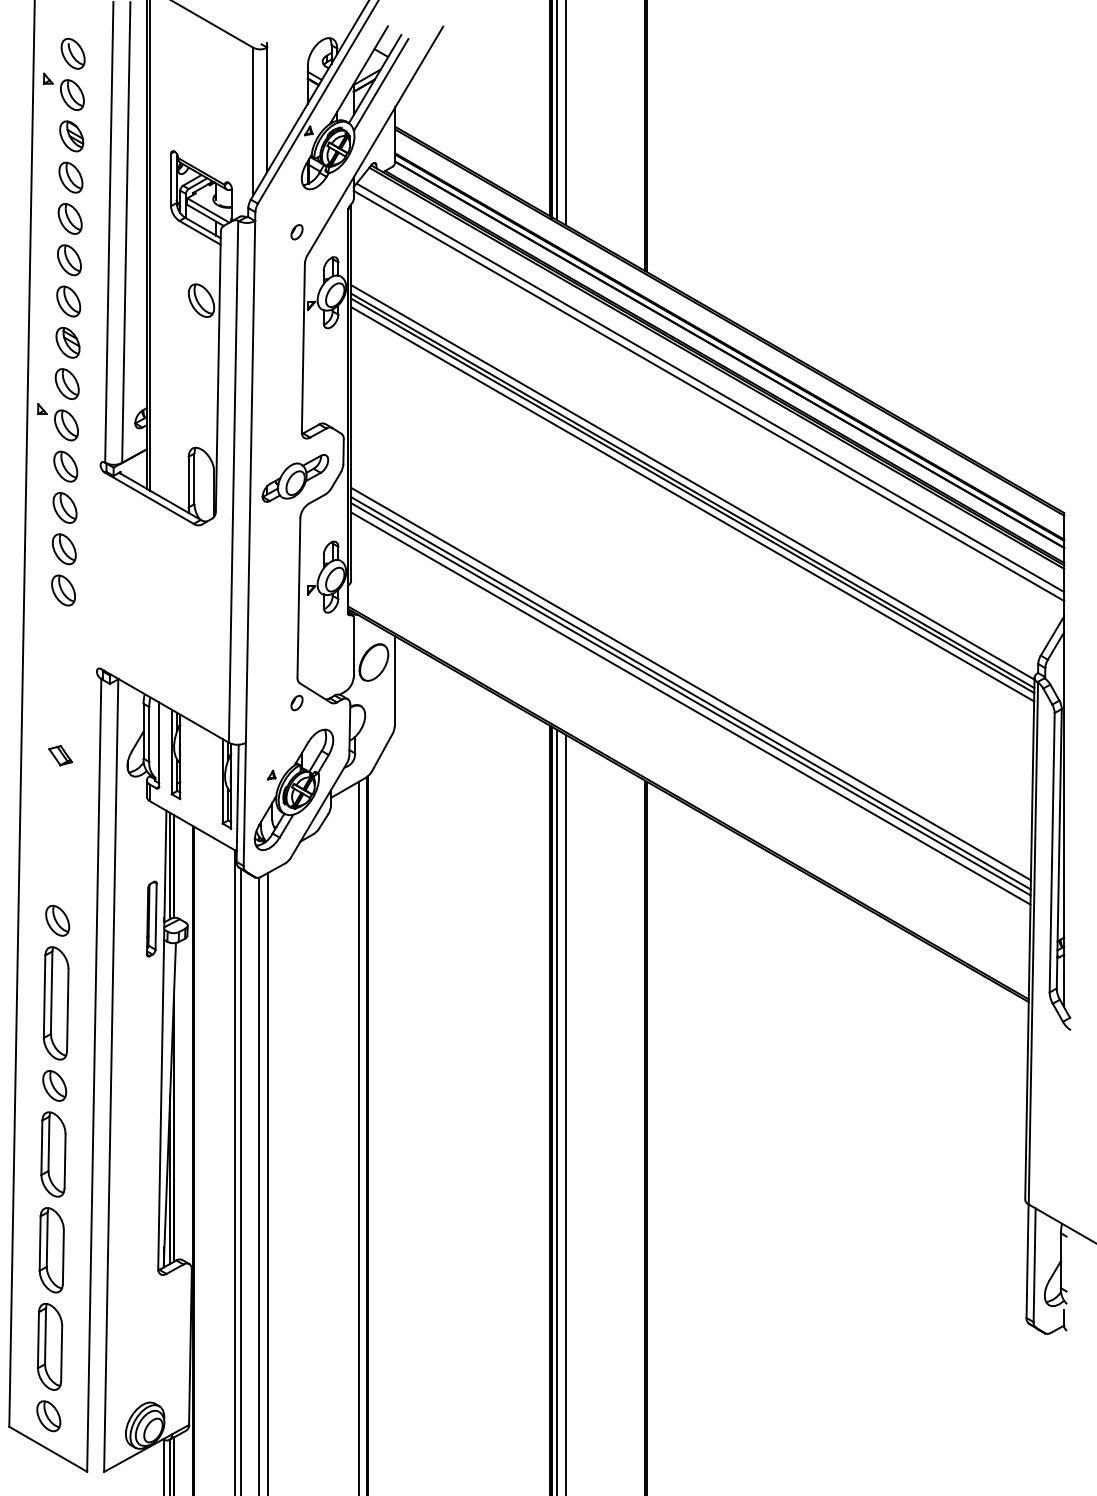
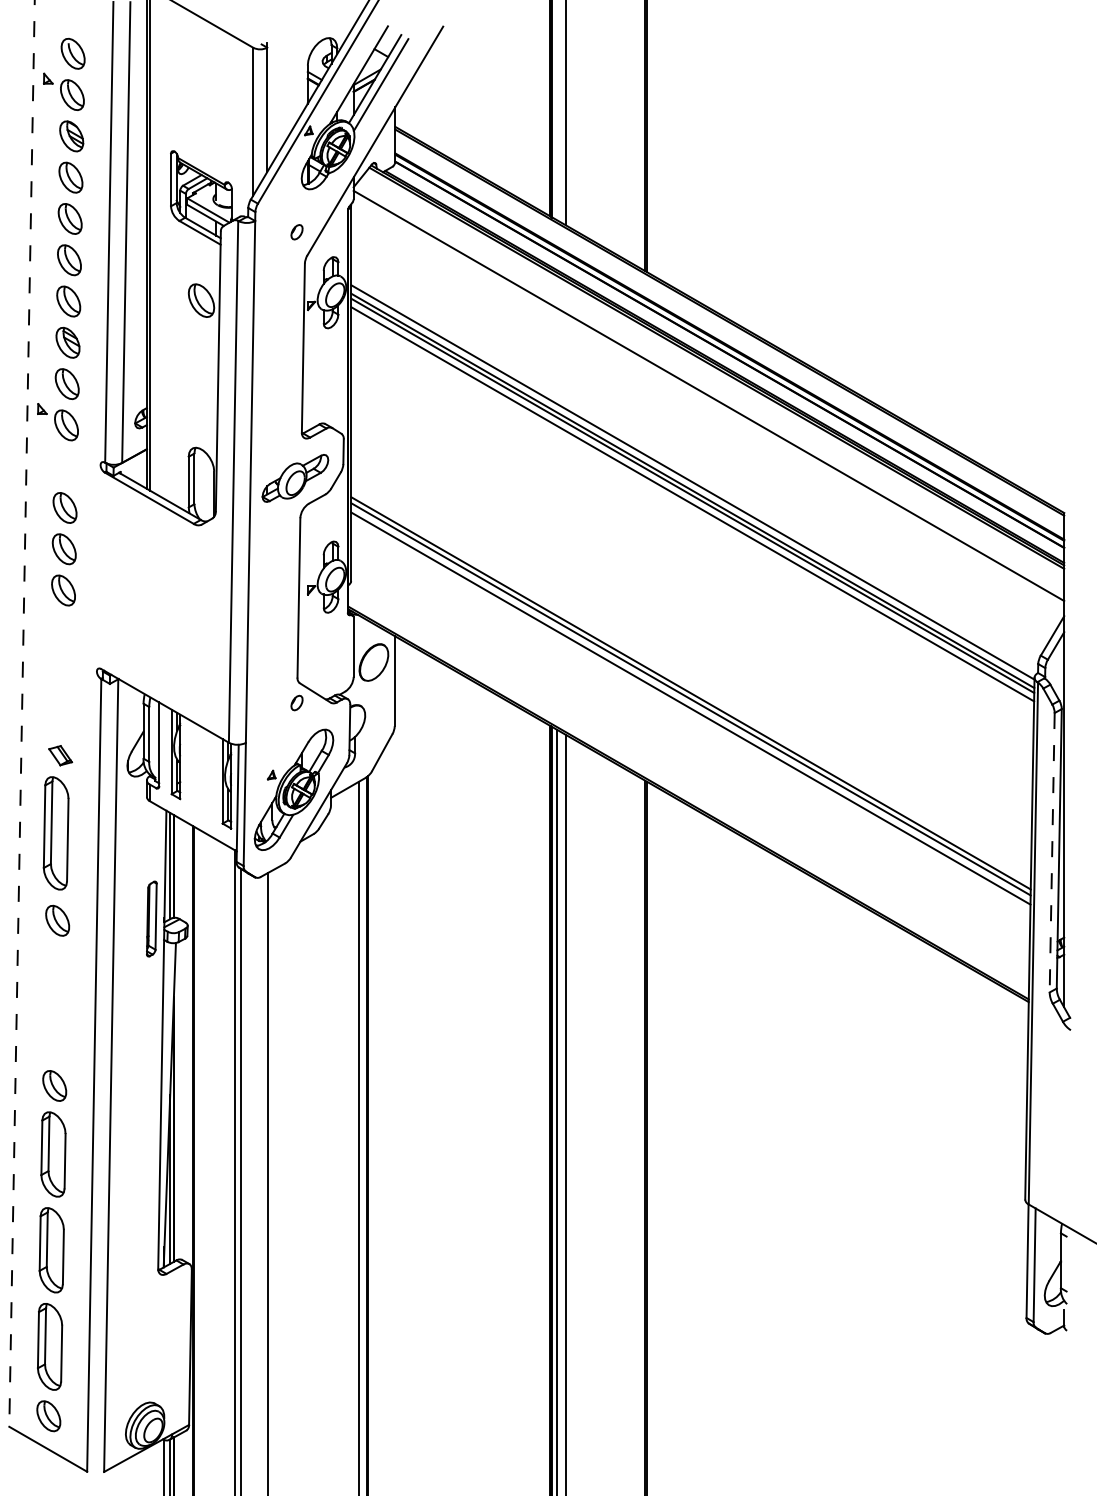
line at (556, 111): present -> none
line at (710, 387): present -> none
part at (65, 466): present -> none
line at (690, 683): present -> none
line at (22, 713): solid -> dashed
line at (1052, 852): solid -> dashed
part at (55, 1003) position: (55, 1003) -> (55, 833)
line at (259, 1184): present -> none
